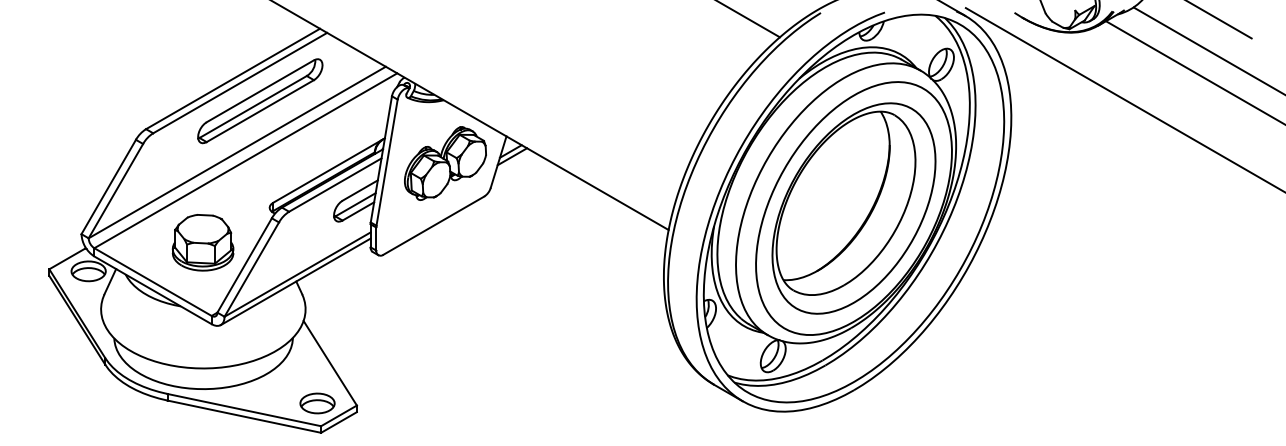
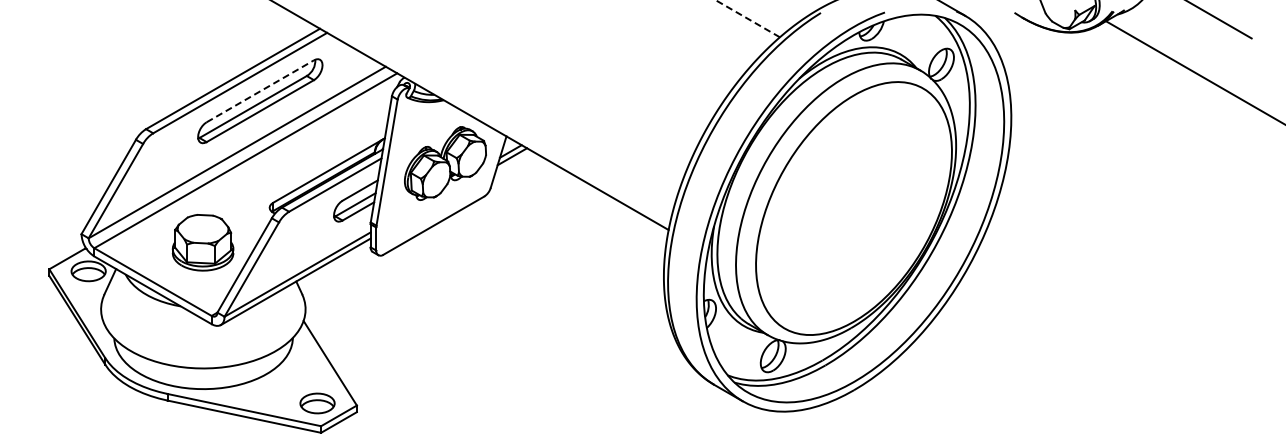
line at (747, 18): solid -> dashed
line at (1207, 50): present -> none
line at (260, 91): solid -> dashed
line at (1123, 99): present -> none
part at (853, 208): present -> none
